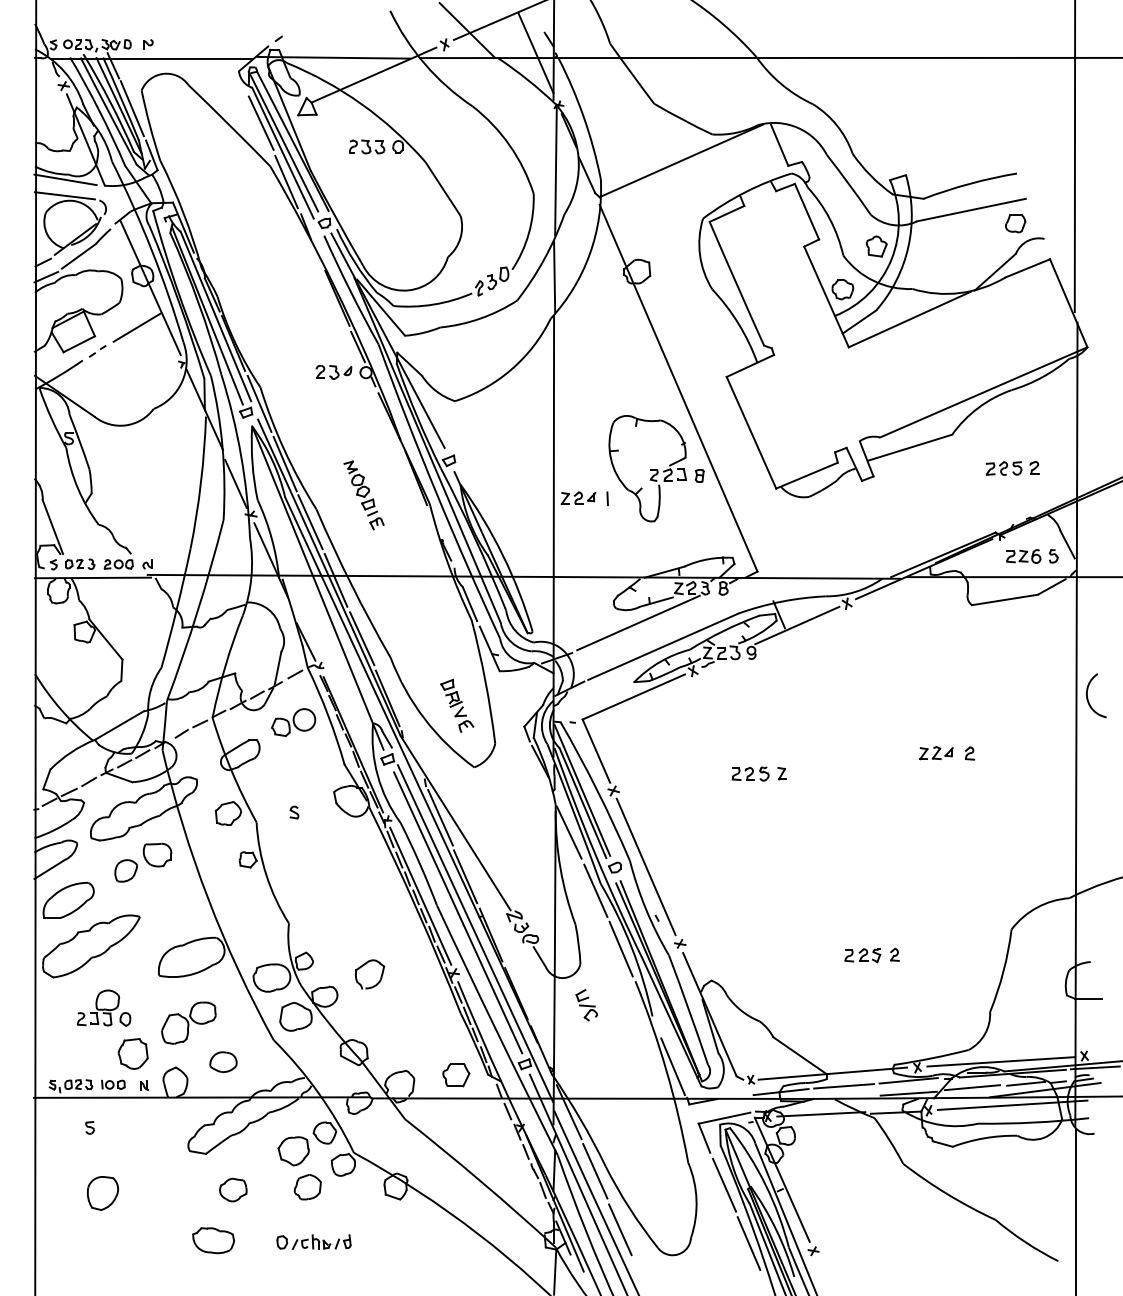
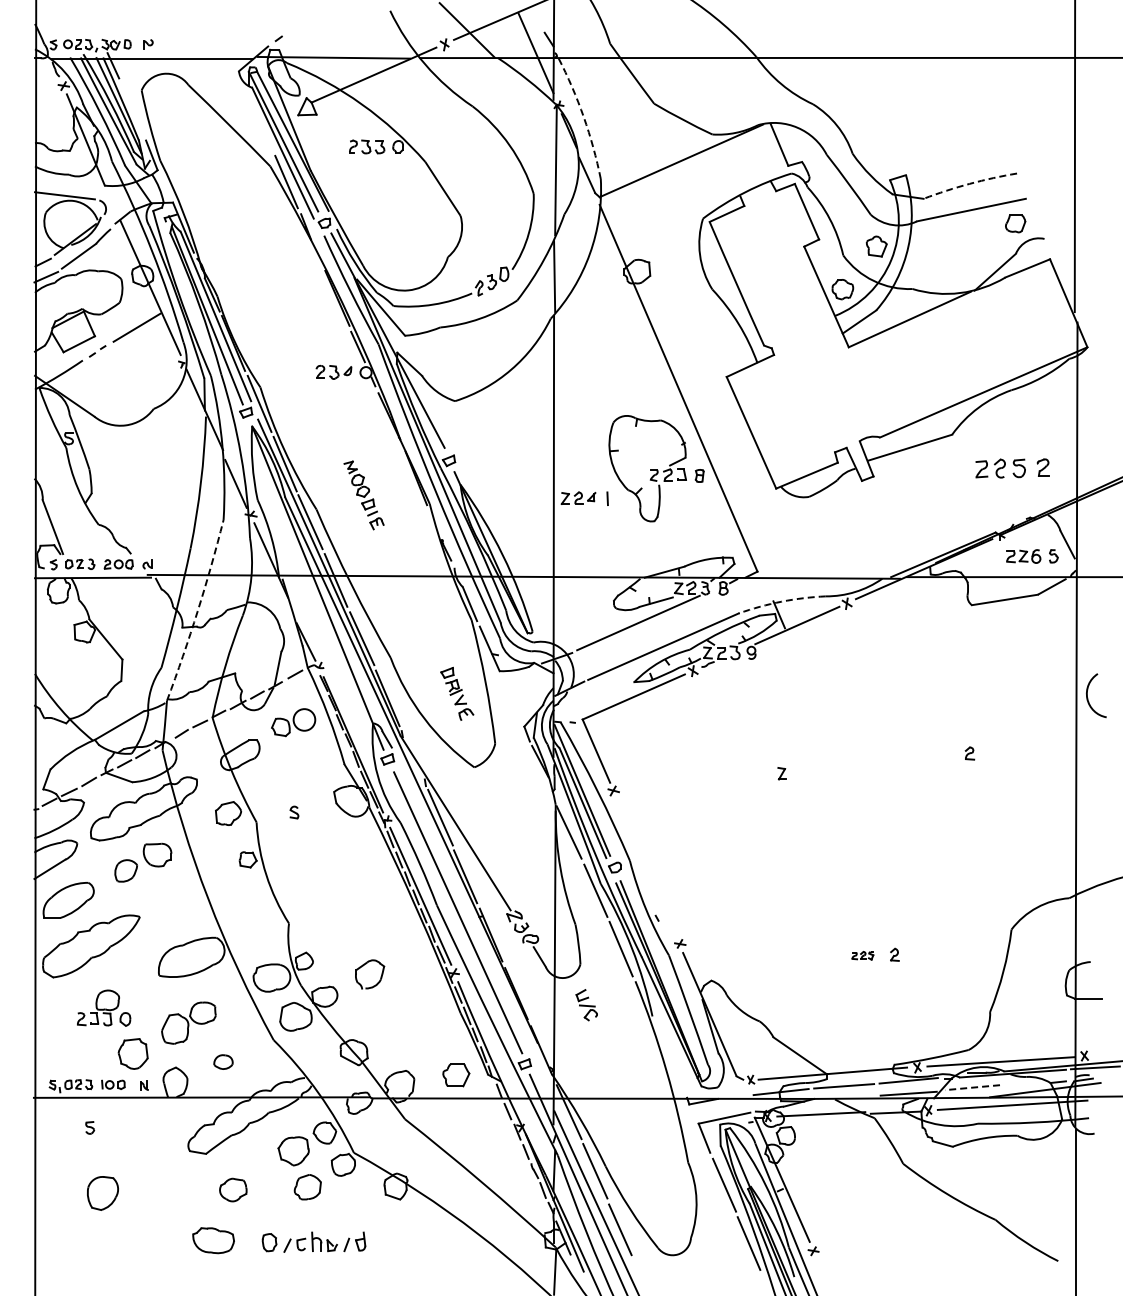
line at (131, 108): present -> none
arc at (583, 117): solid -> dashed
line at (260, 122): present -> none
line at (65, 179): present -> none
arc at (969, 183): solid -> dashed
part at (1012, 468) size: 55x15 px -> 75x21 px
arc at (781, 601): solid -> dashed
arc at (197, 611): solid -> dashed
part at (457, 705) position: (457, 705) -> (457, 693)
part at (936, 753): present -> none
part at (750, 773): present -> none
line at (645, 866): present -> none
line at (474, 933): present -> none
part at (862, 955) size: 38x16 px -> 24x10 px
part at (223, 1061) size: 29x22 px -> 21x16 px
line at (672, 1066): present -> none
line at (1026, 1083): present -> none
line at (972, 1087): solid -> dashed
part at (313, 1241) size: 76x16 px -> 106x22 px
